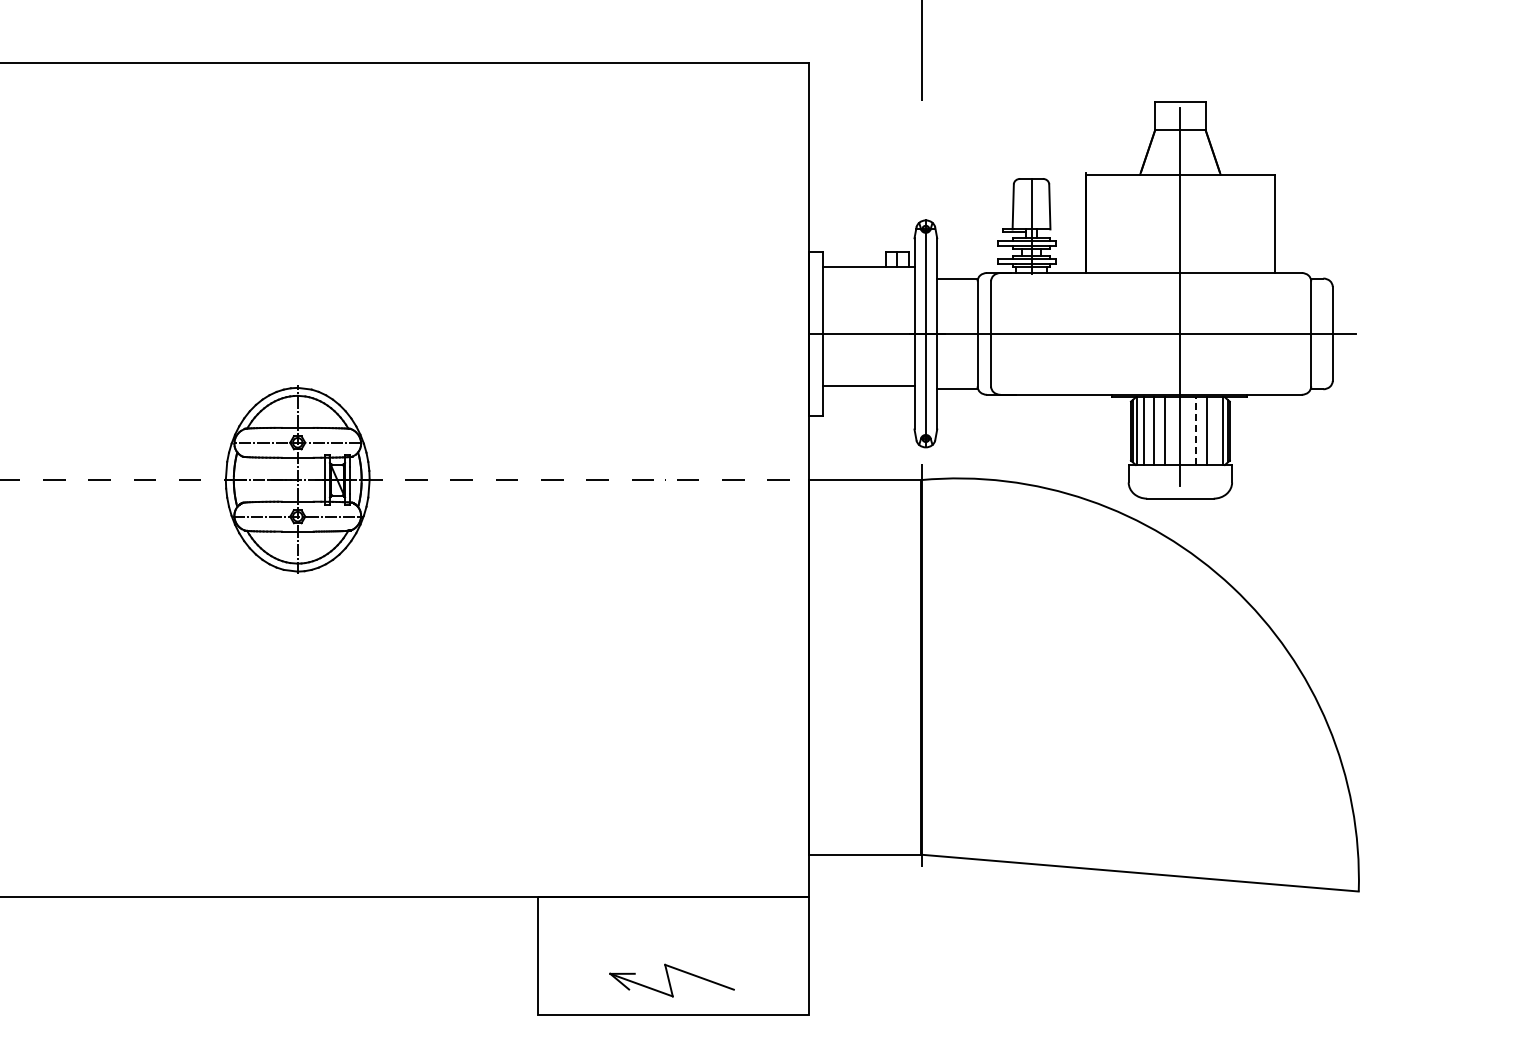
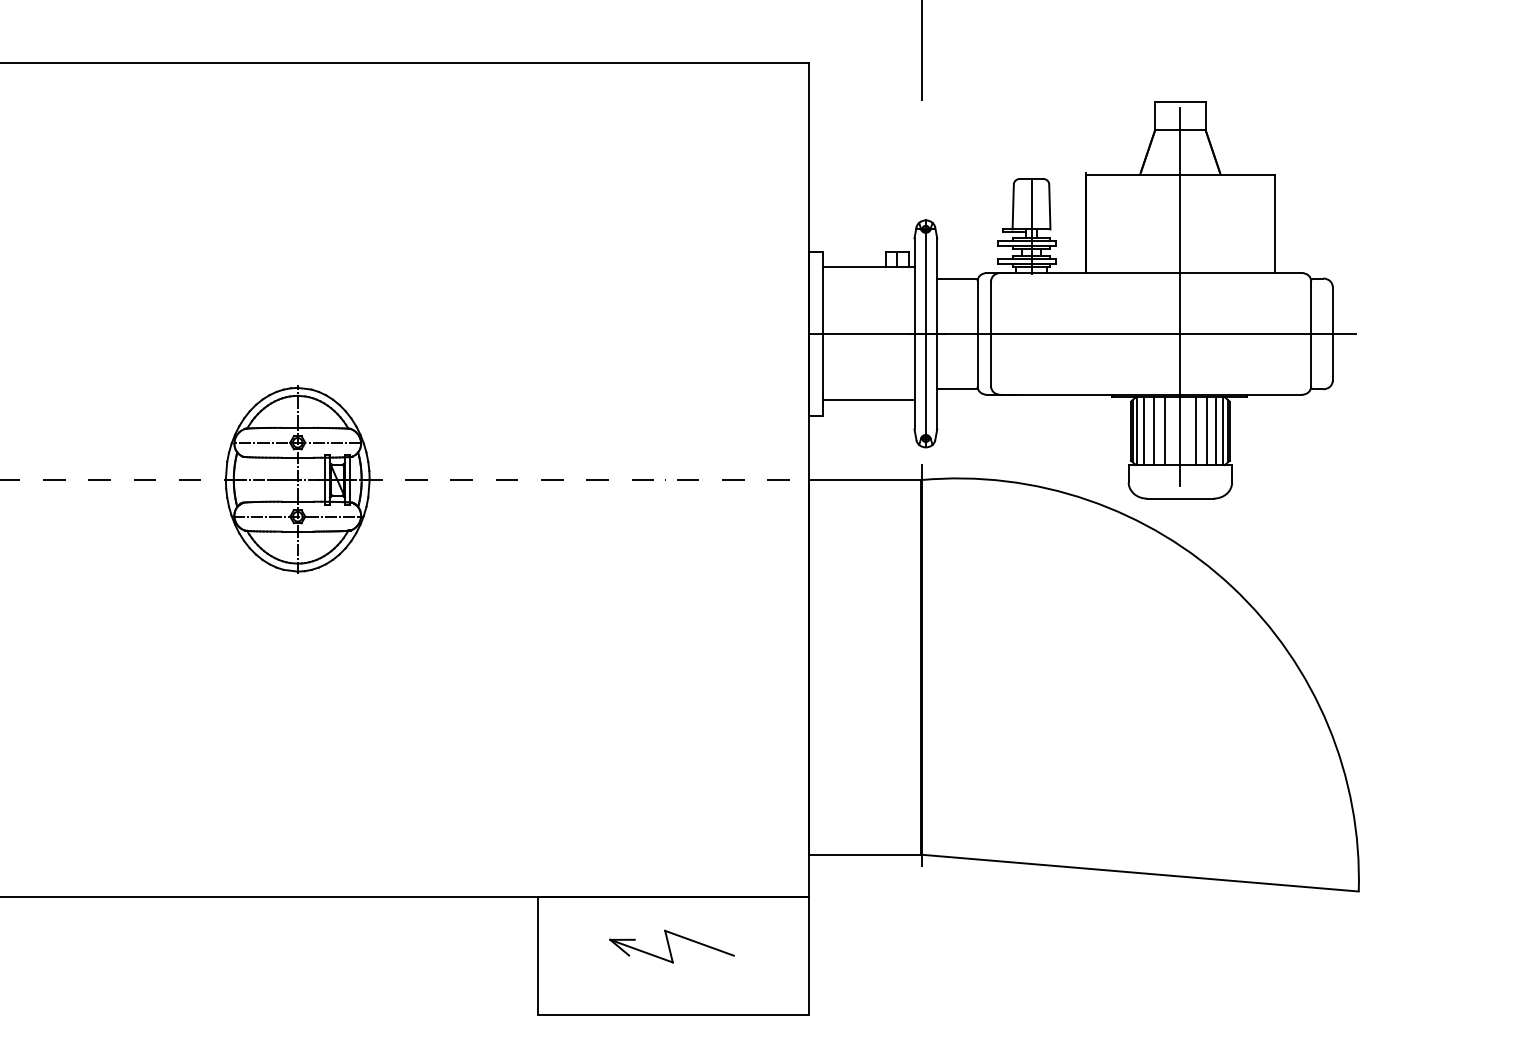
line at (868, 386) position: (868, 386) -> (868, 400)
line at (1195, 431): dashed -> solid
line at (1216, 431): none -> present
part at (671, 980) position: (671, 980) -> (671, 946)
